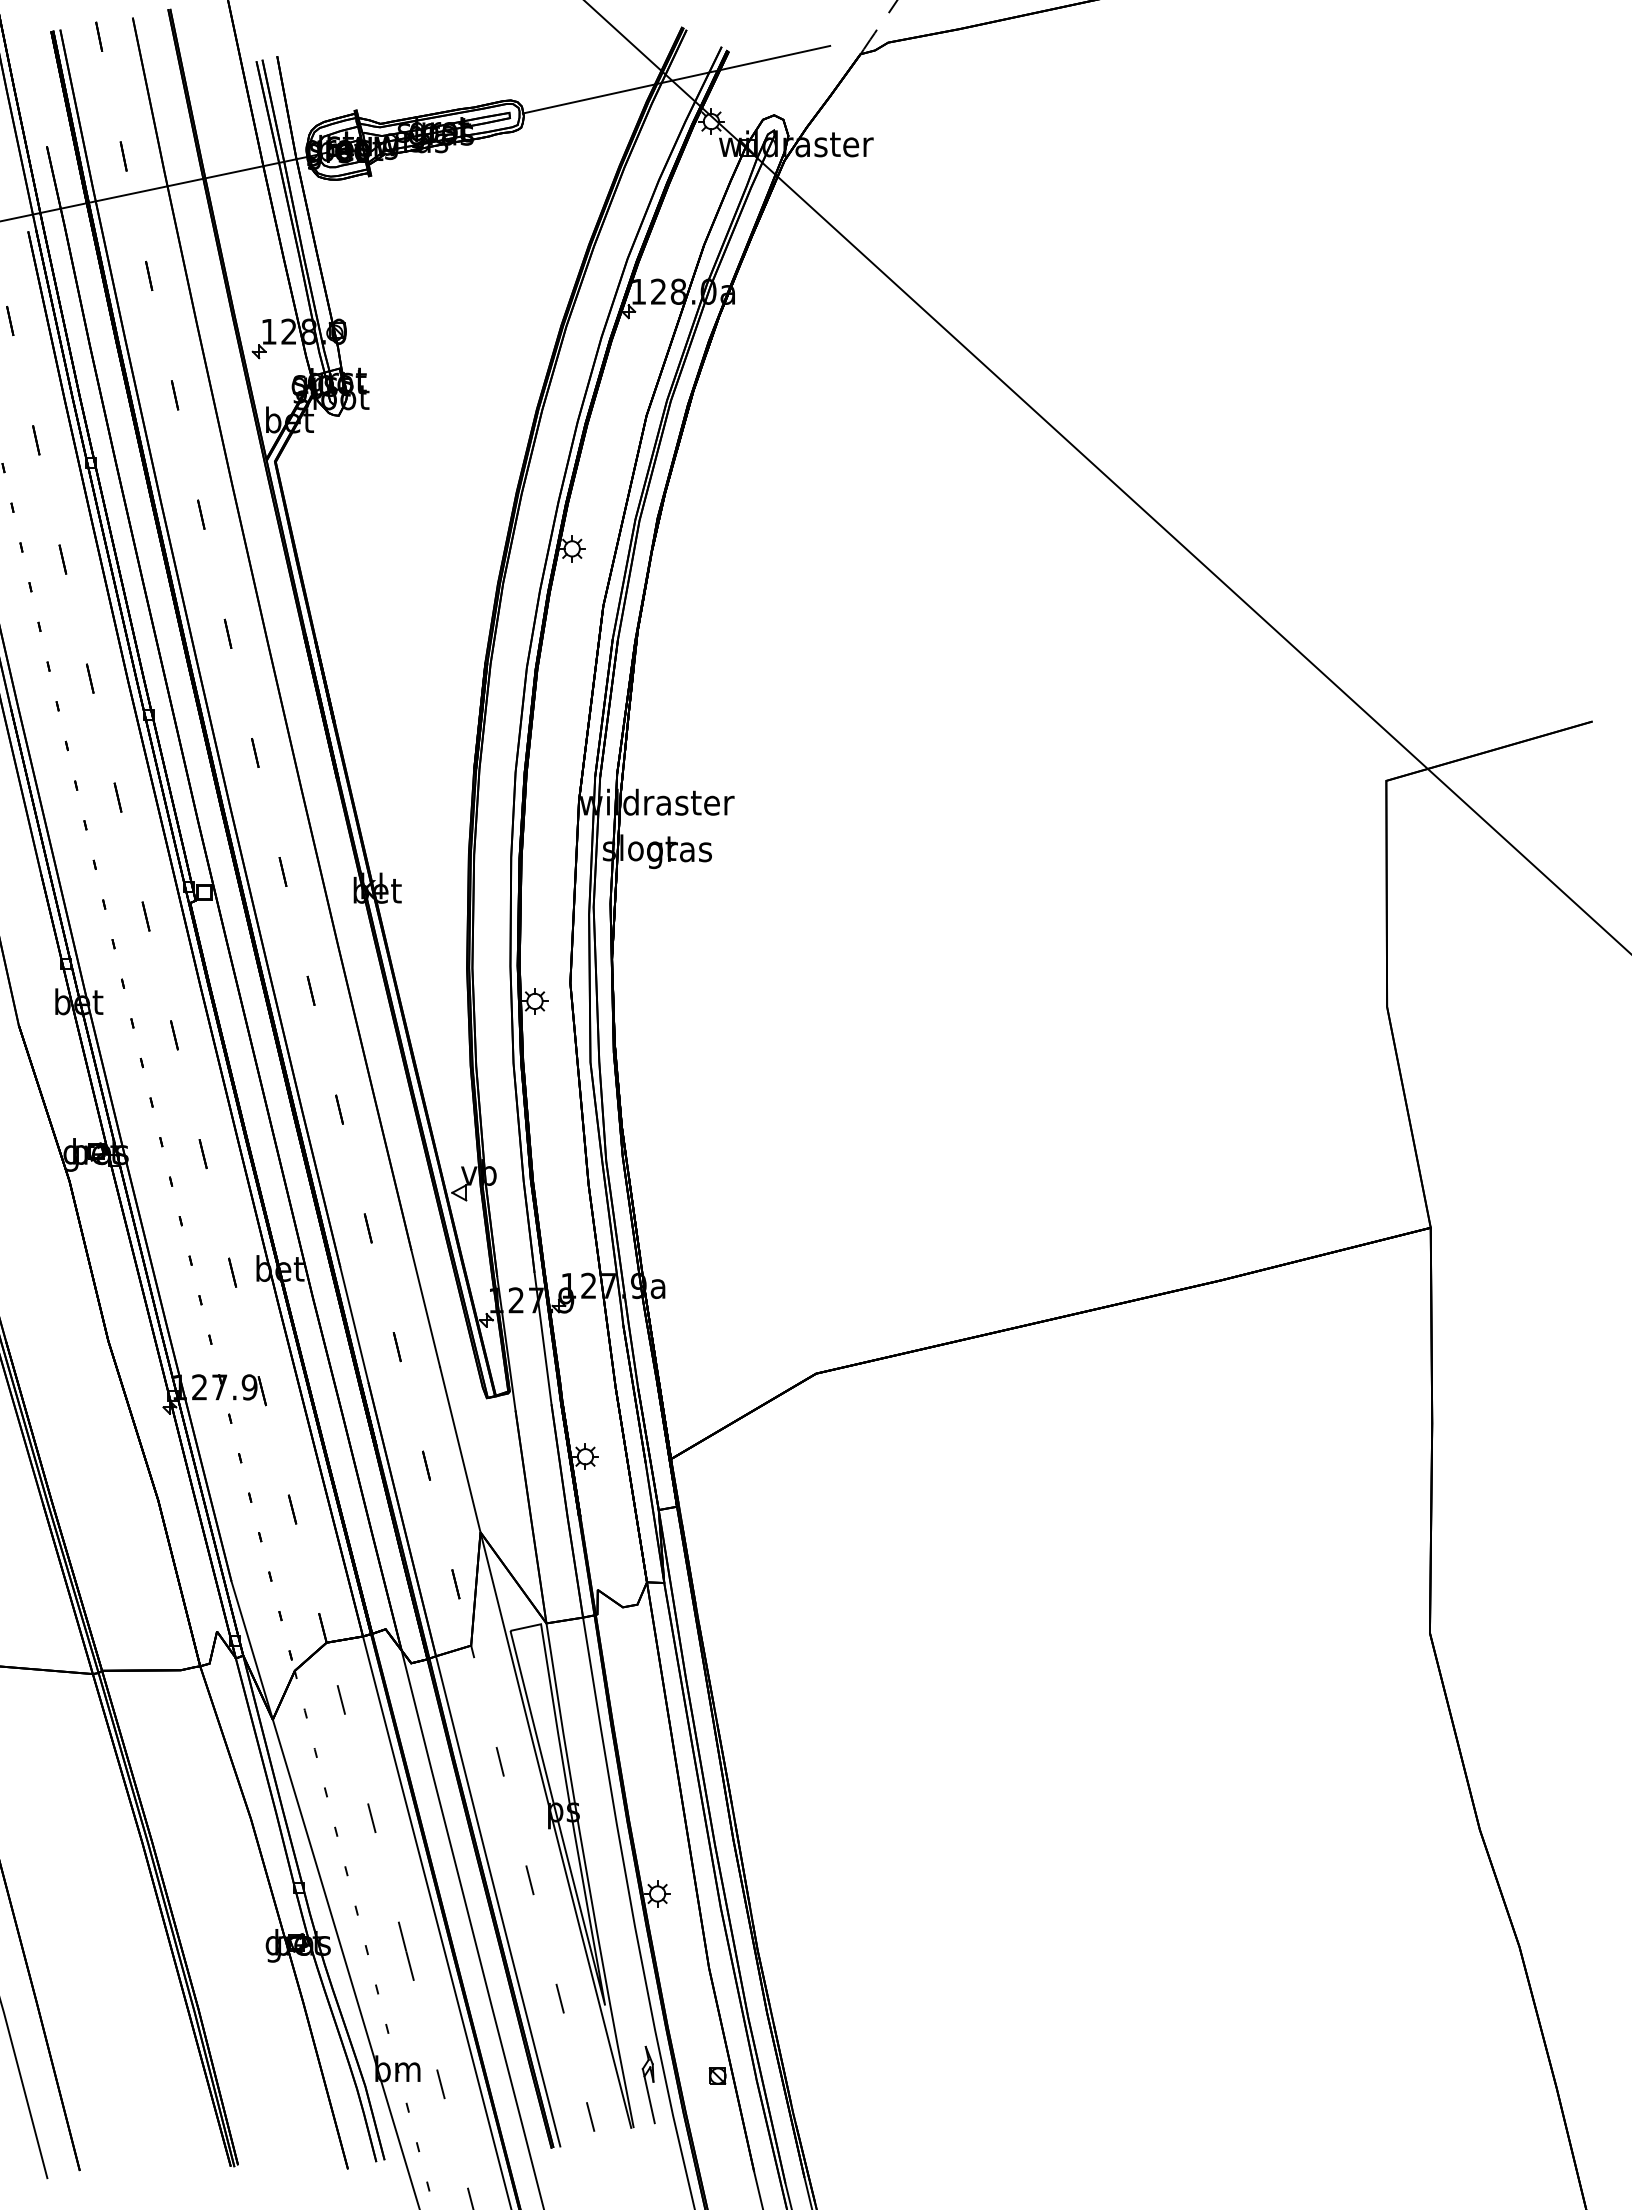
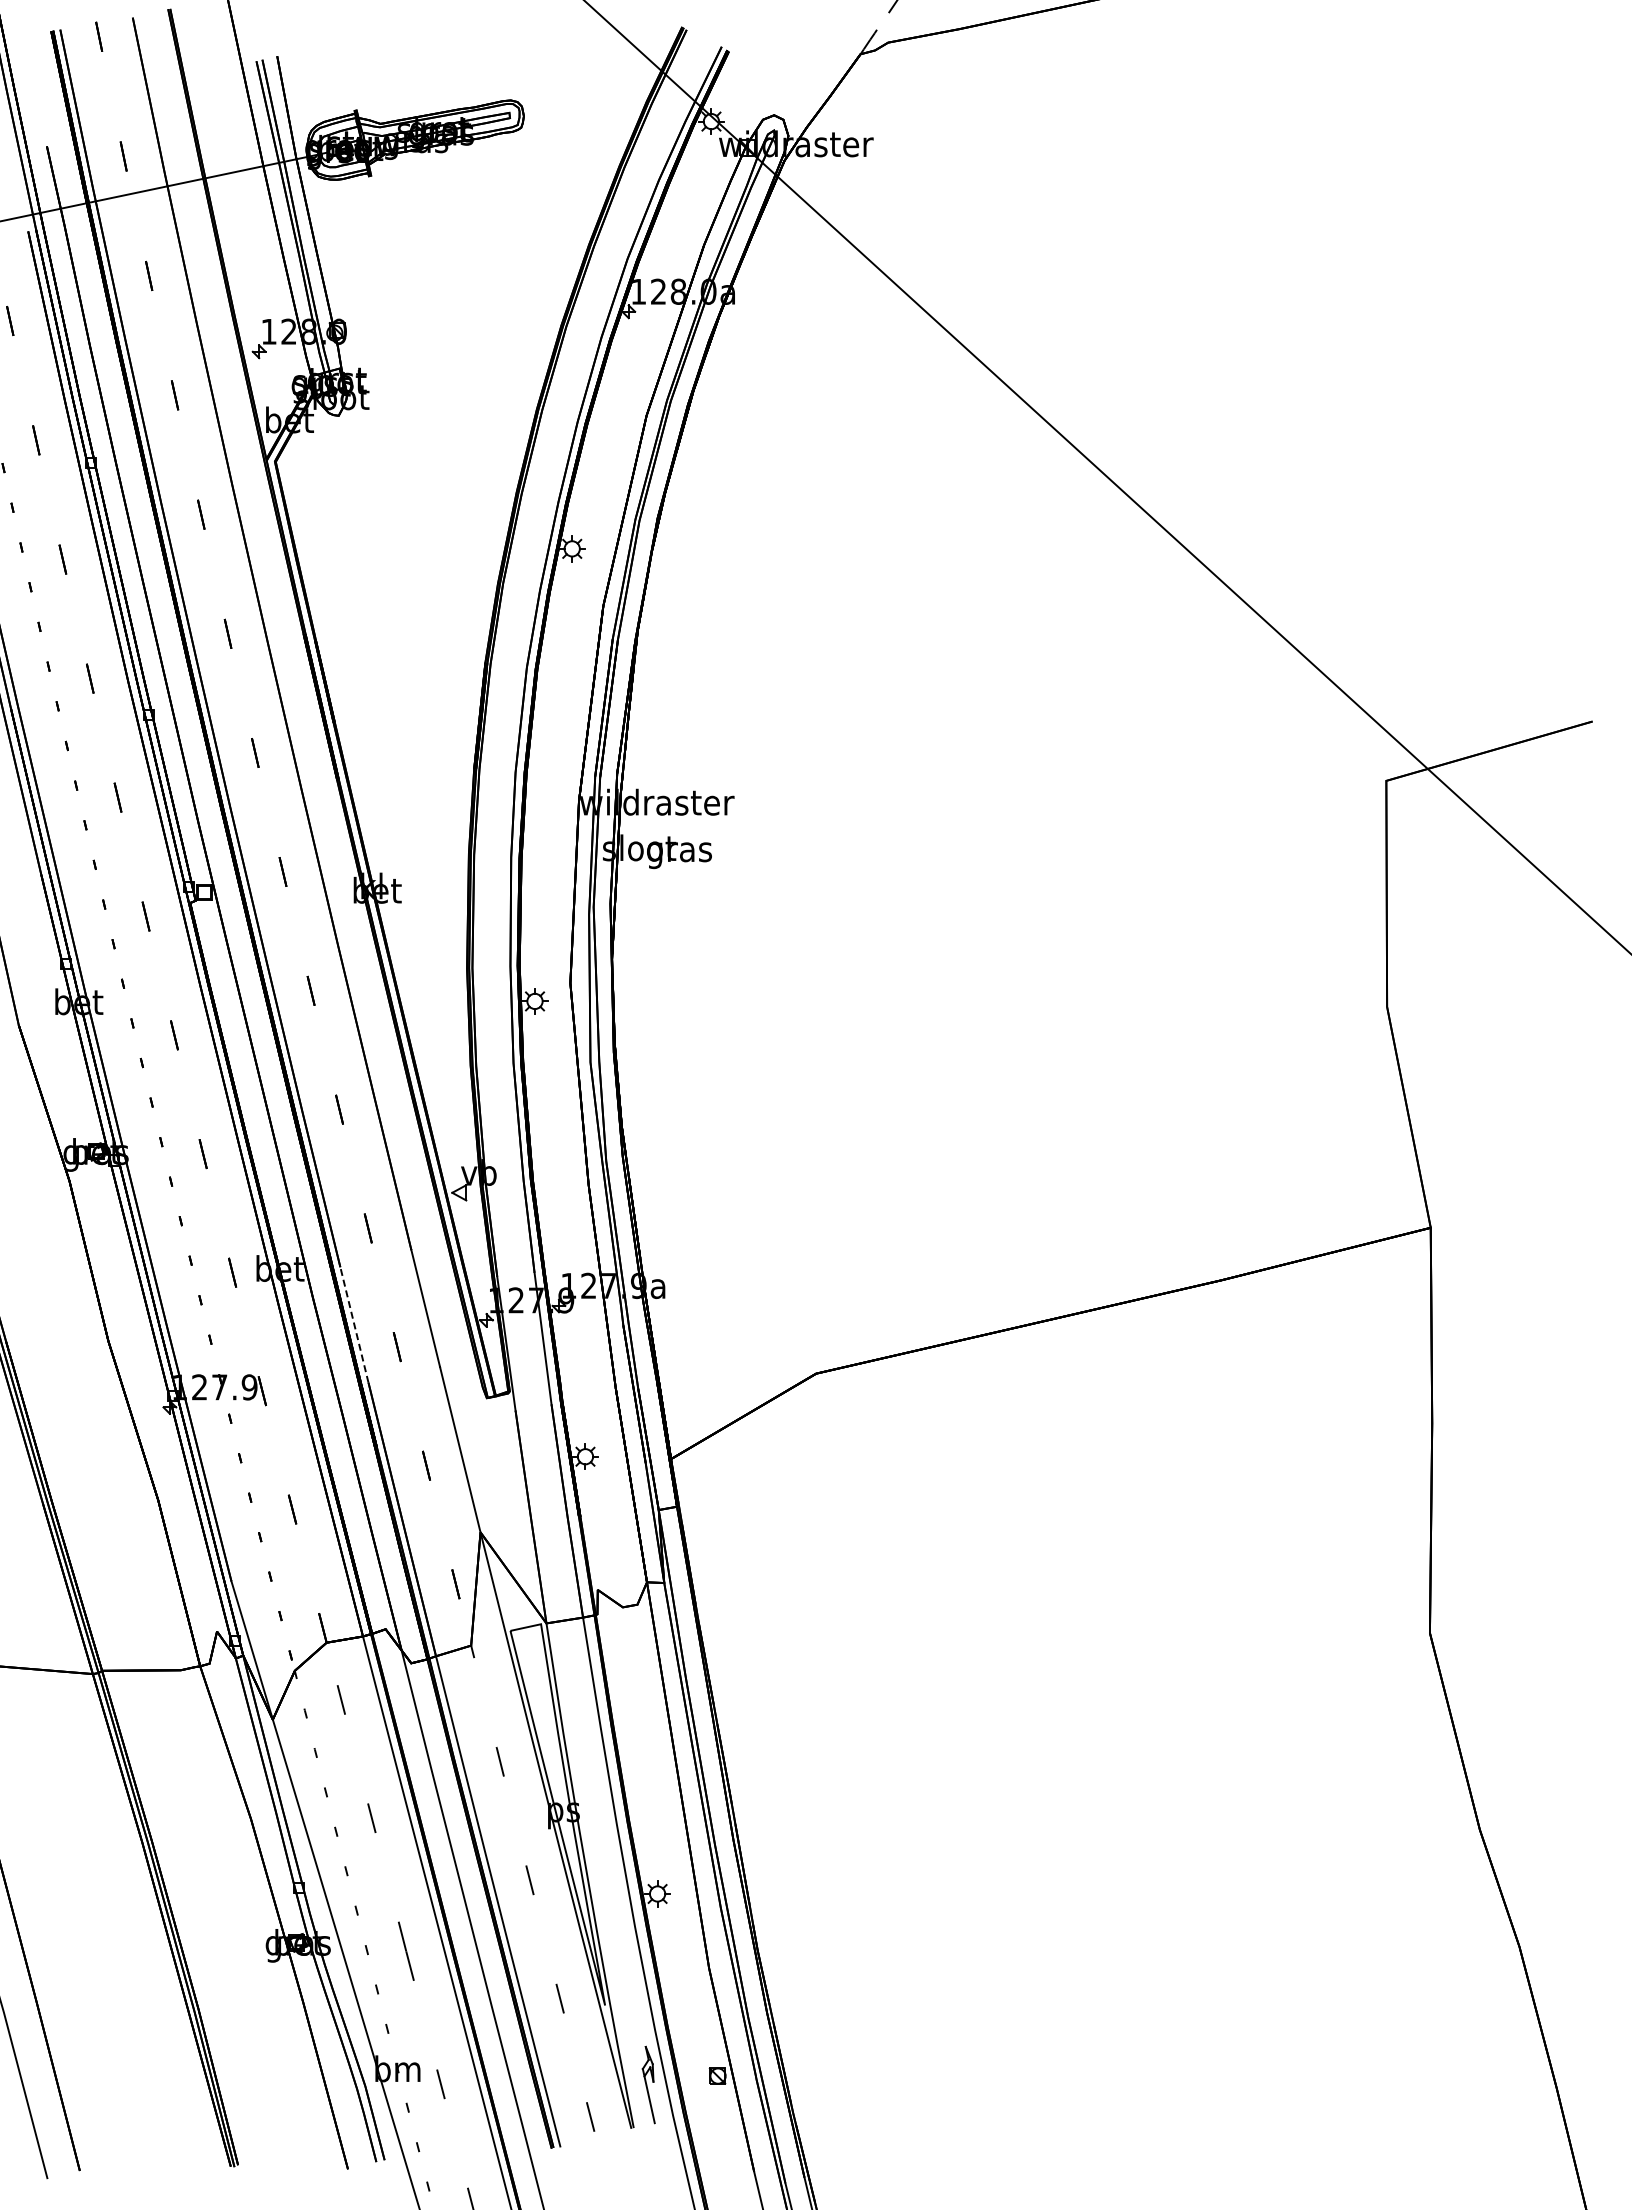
line at (676, 79): present -> none
line at (354, 1324): solid -> dashed
